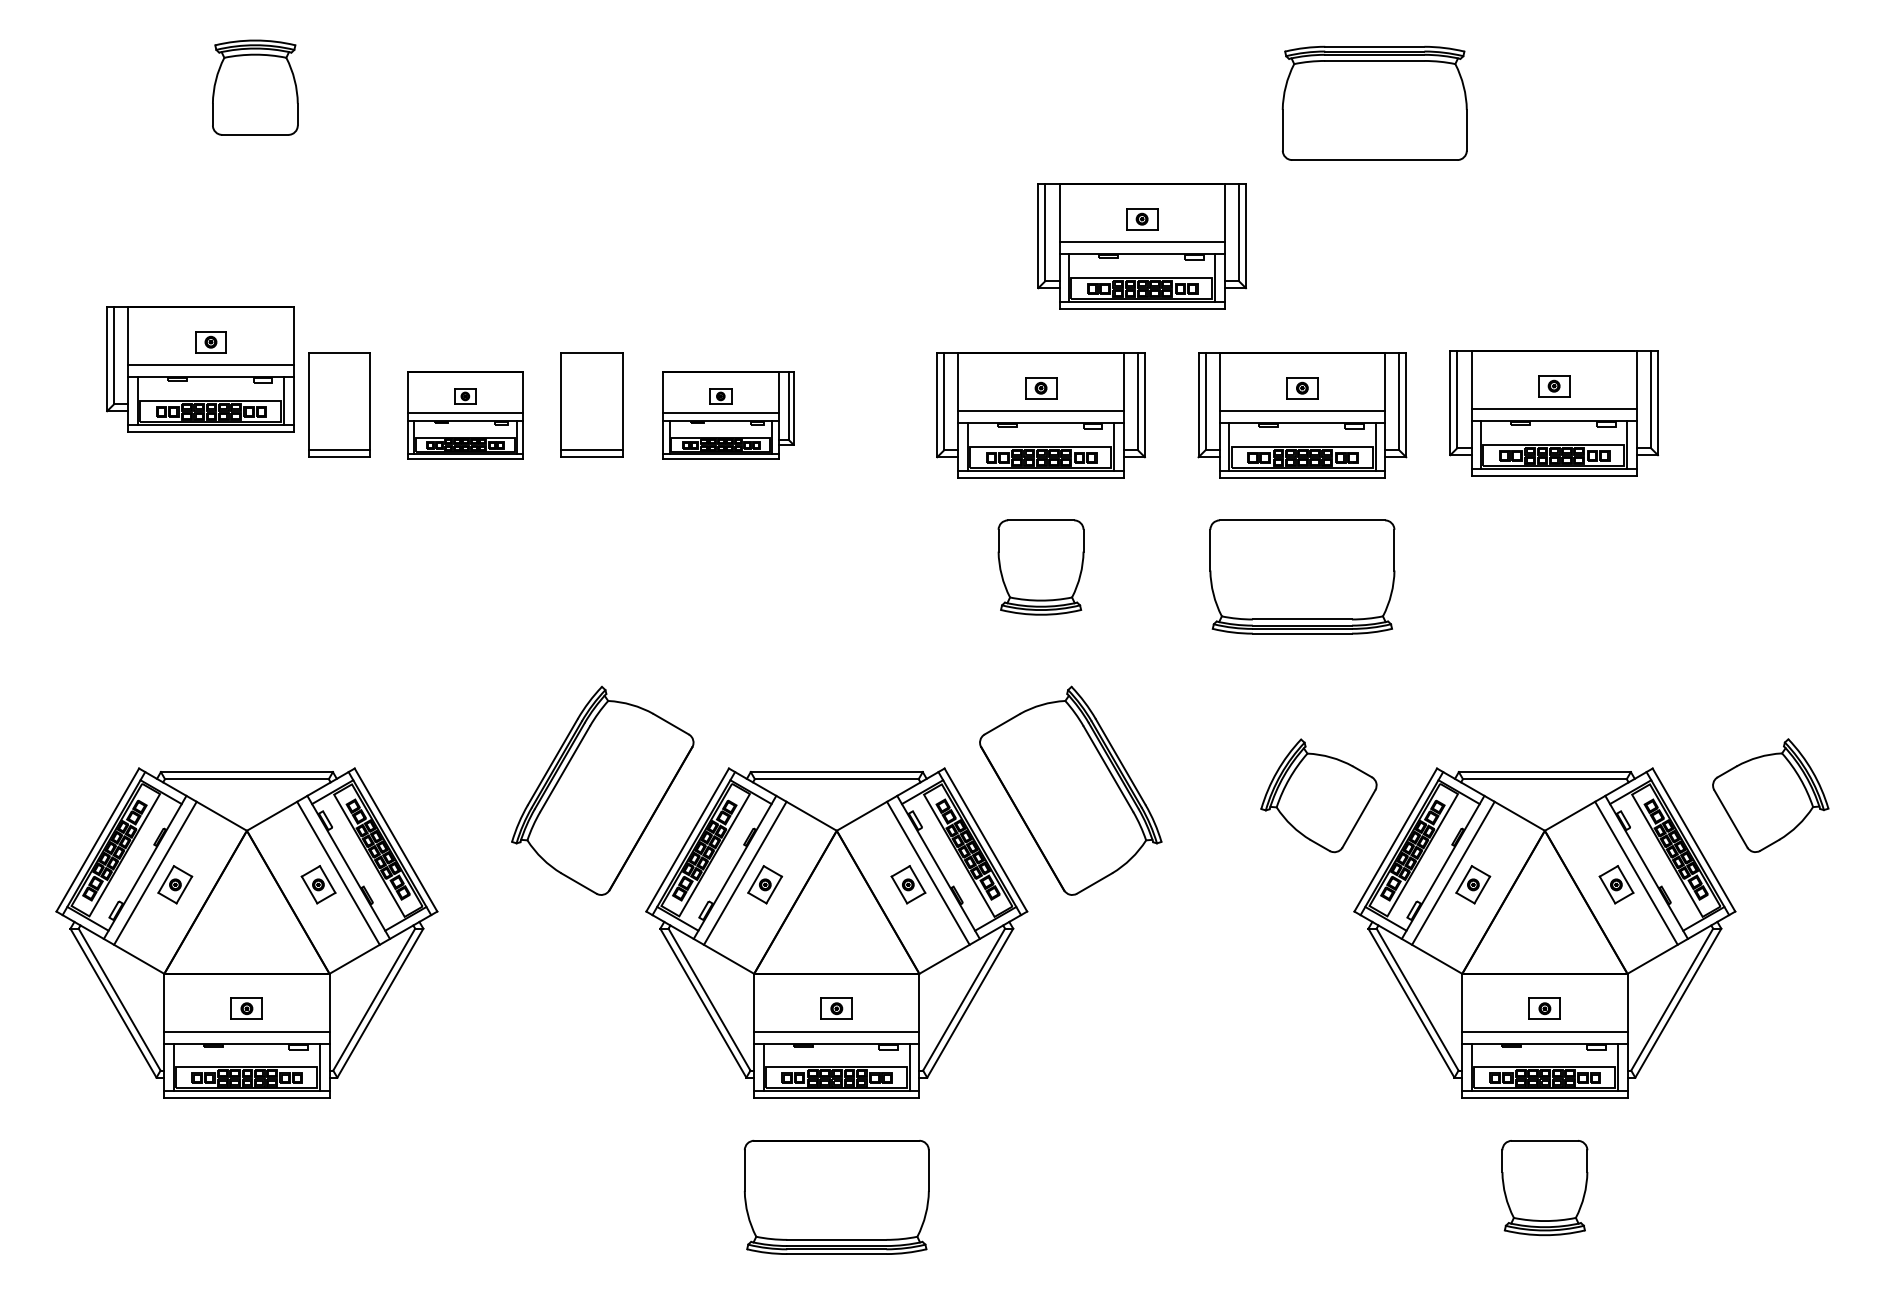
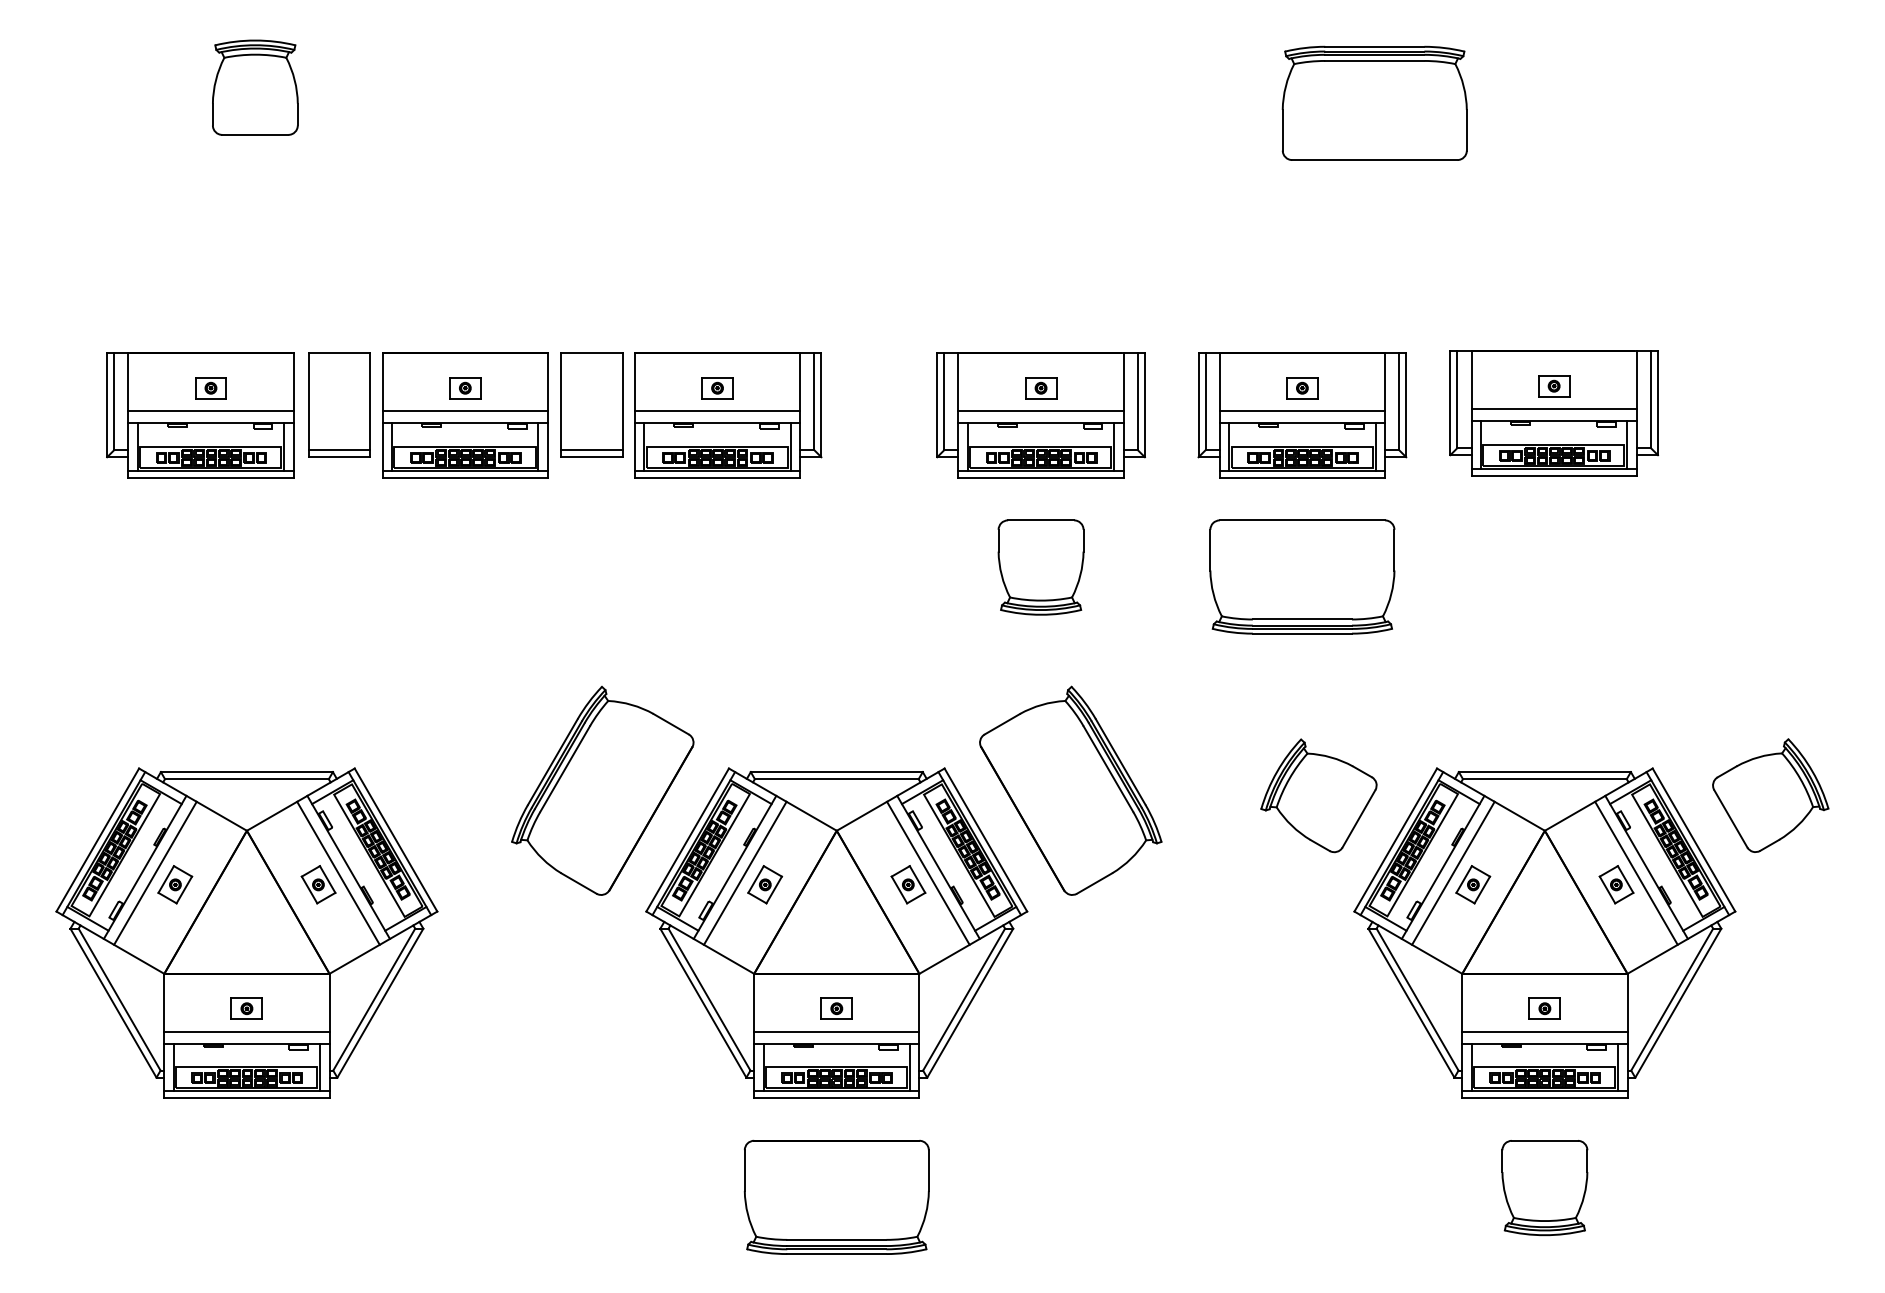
part at (1141, 246): present -> none
part at (200, 369) position: (200, 369) -> (200, 415)
part at (465, 415) size: 117x89 px -> 167x127 px
part at (728, 415) size: 133x89 px -> 189x127 px
